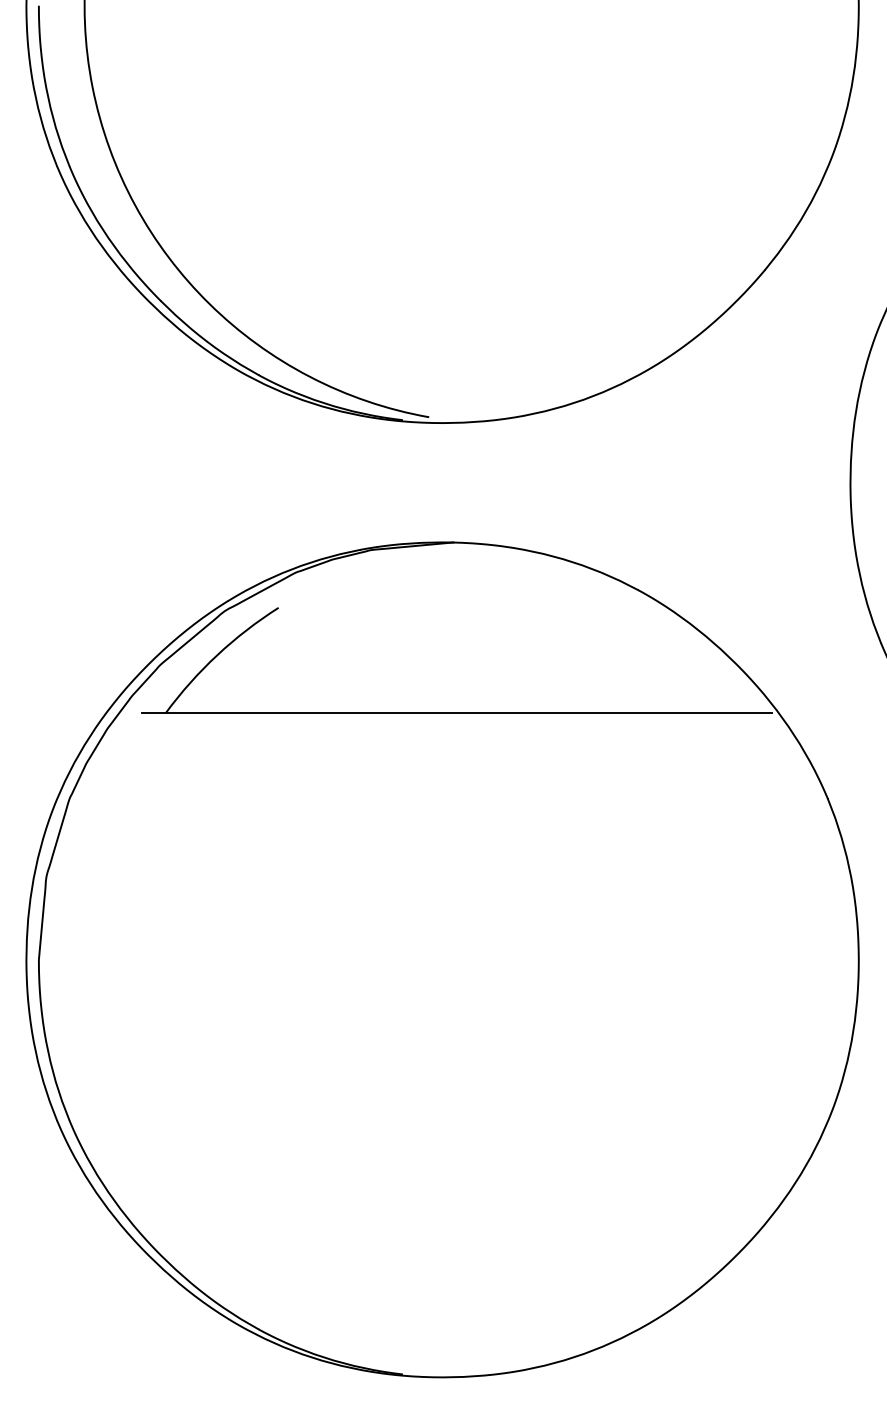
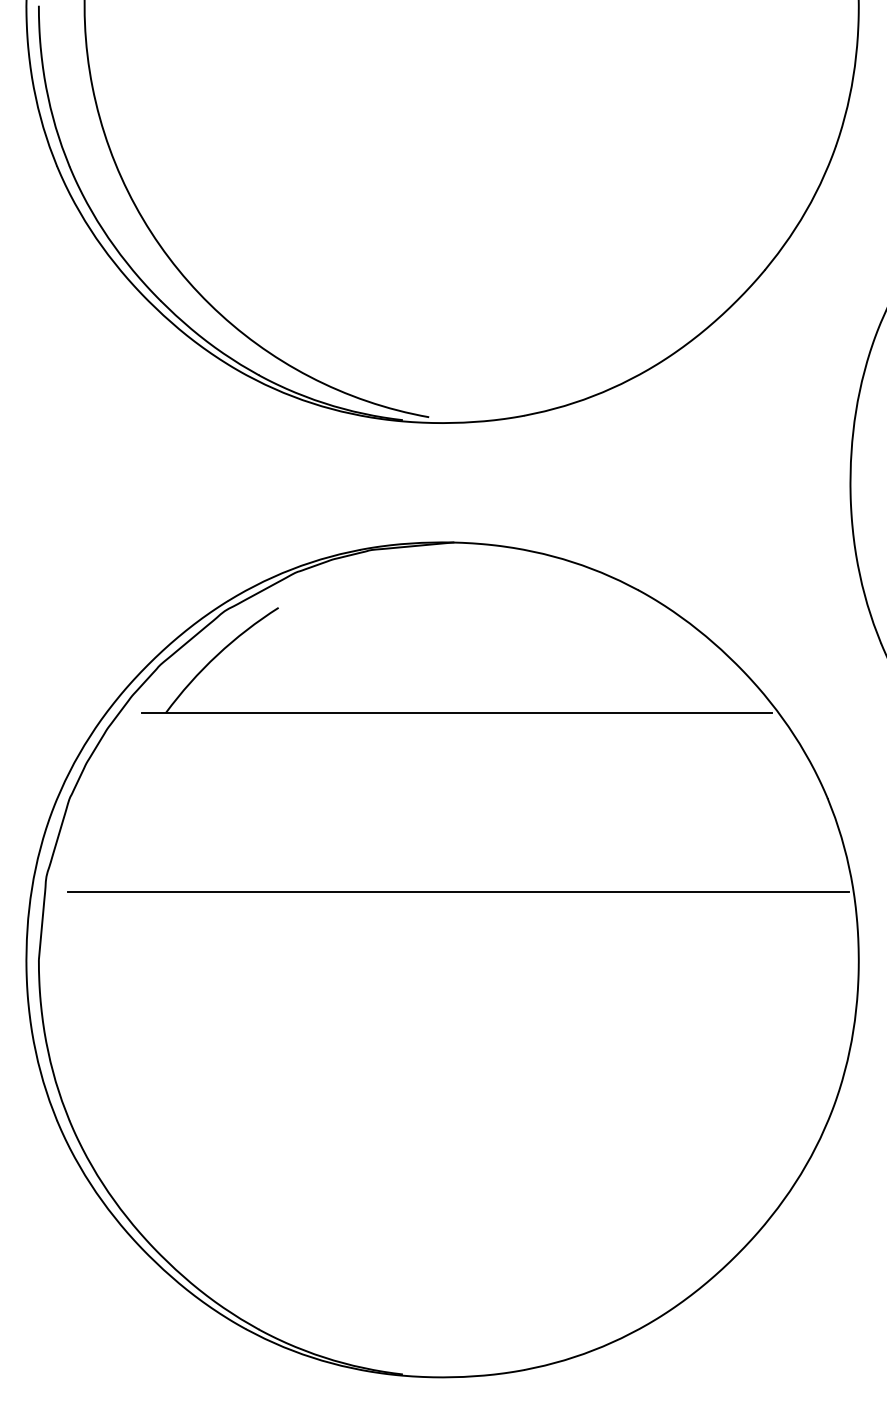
line at (458, 891): none -> present
